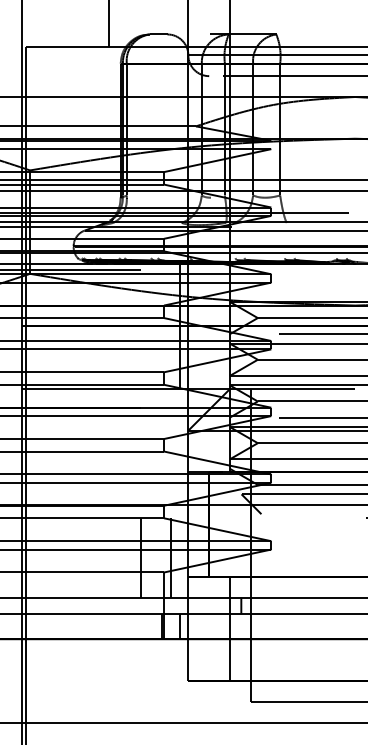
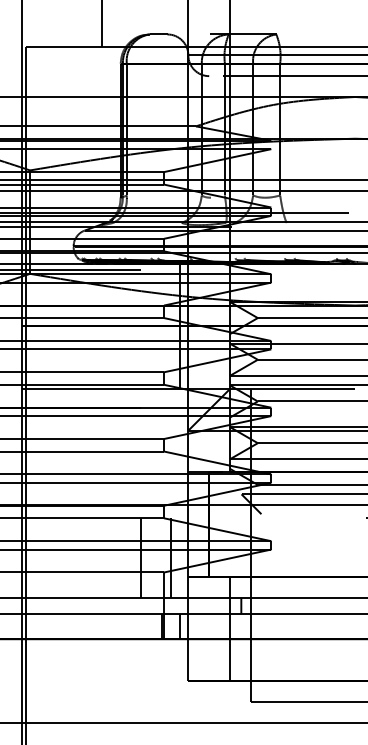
line at (109, 24) position: (109, 24) -> (102, 24)
line at (321, 334): present -> none
line at (321, 417): present -> none
